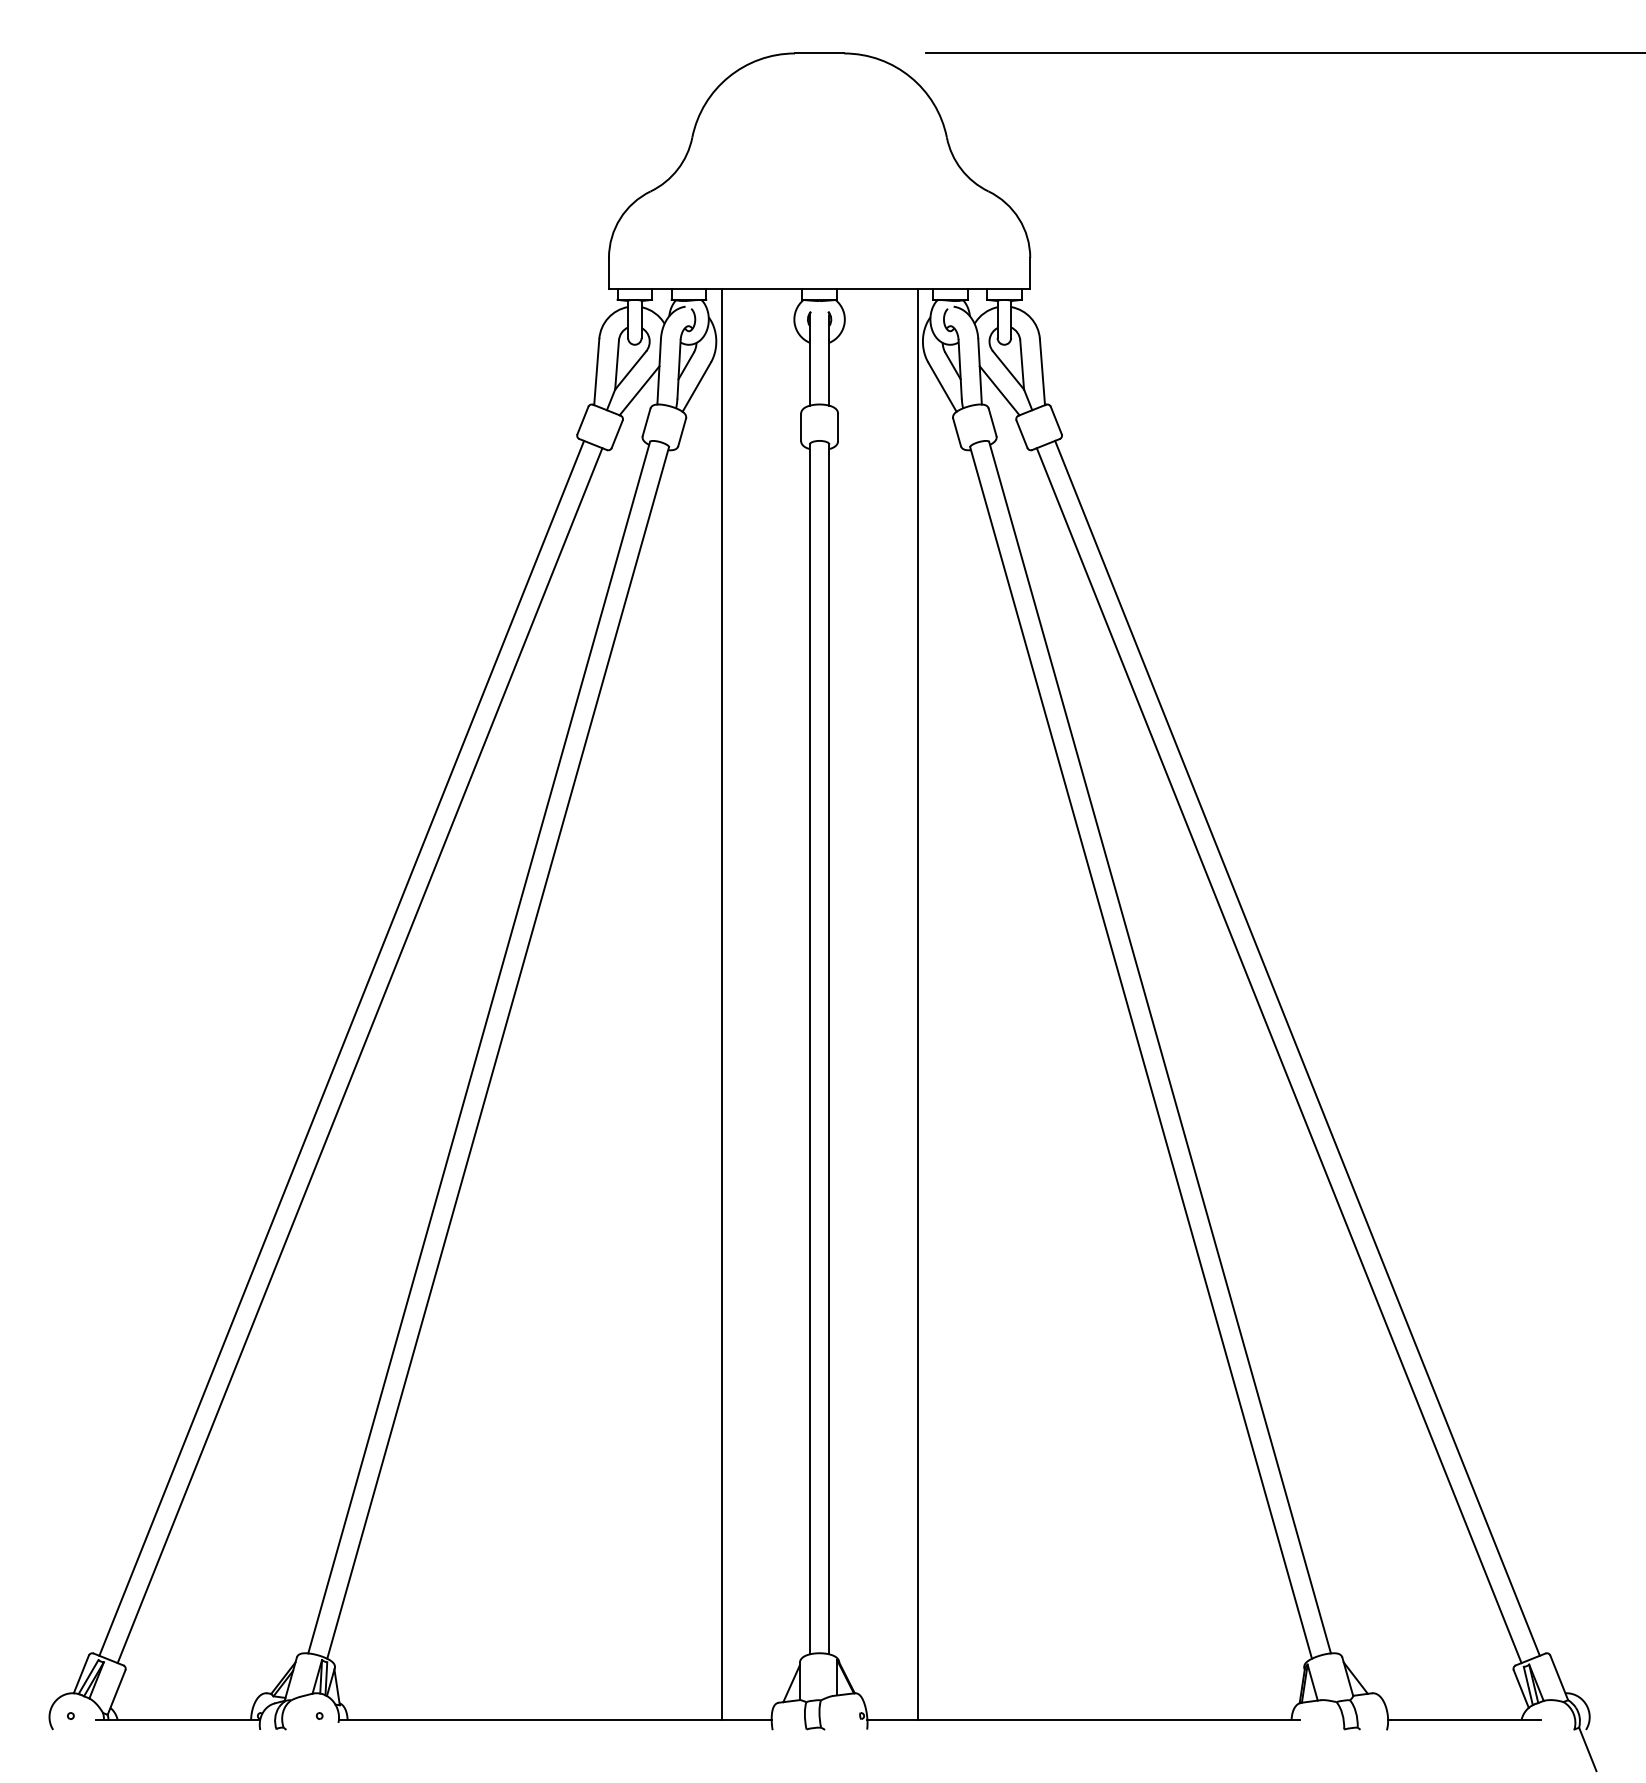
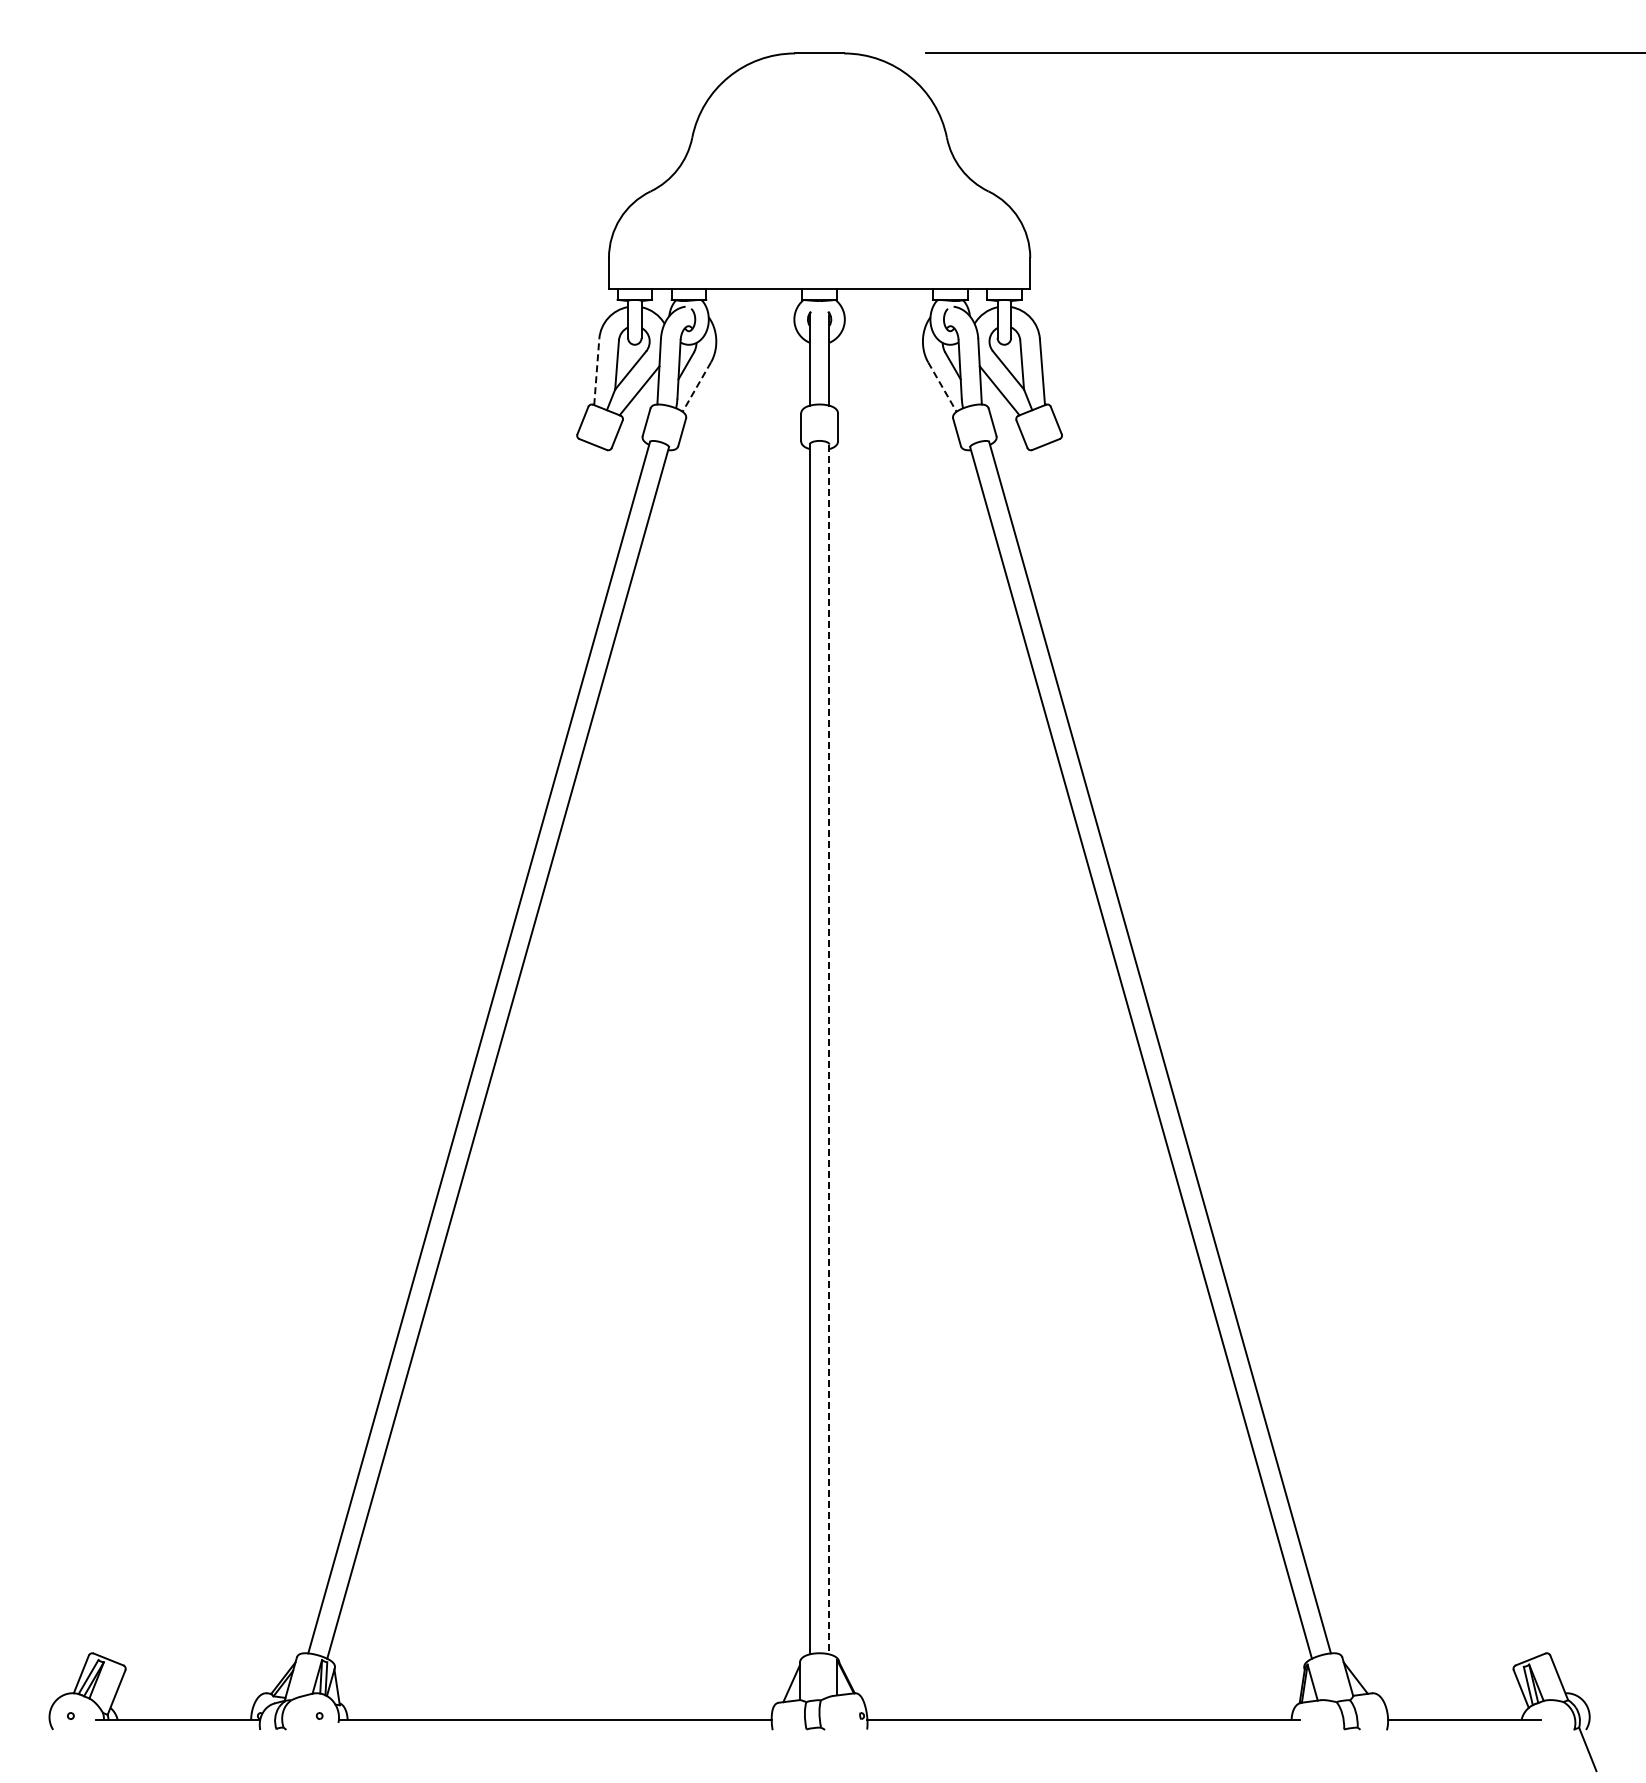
line at (596, 371): solid -> dashed
line at (696, 387): solid -> dashed
line at (942, 387): solid -> dashed
line at (721, 1004): present -> none
line at (917, 1004): present -> none
line at (341, 1047): present -> none
line at (1297, 1047): present -> none
line at (829, 1049): solid -> dashed
line at (359, 1055): present -> none
line at (1278, 1055): present -> none
